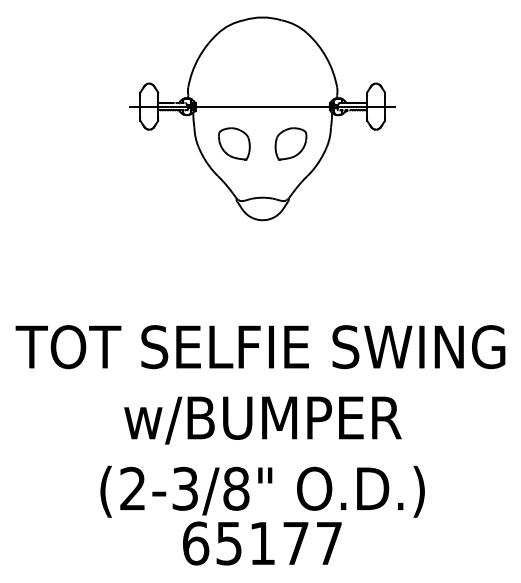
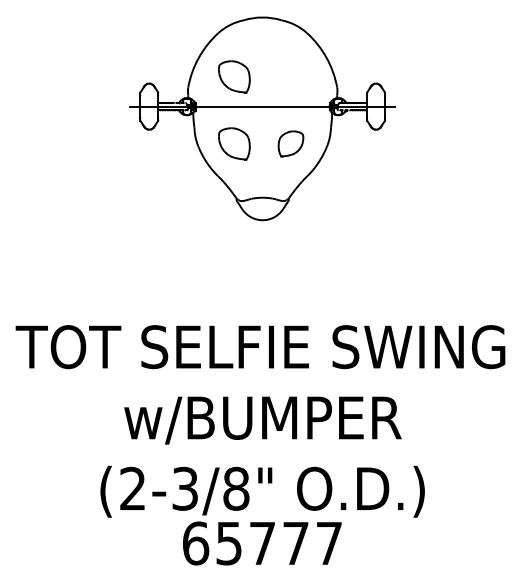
part at (234, 76): none -> present
part at (290, 143) size: 34x34 px -> 28x28 px
text at (262, 543): 65177 -> 65777
